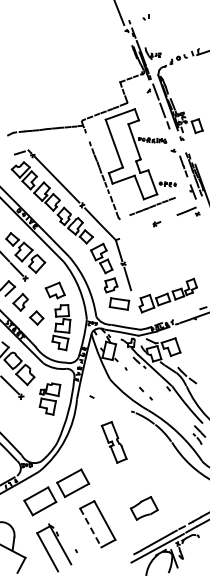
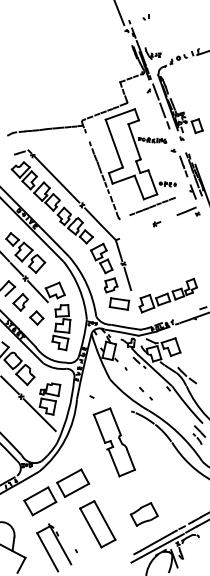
line at (37, 291): none -> present
line at (39, 415): none -> present
part at (113, 442) size: 28x43 px -> 44x71 px
part at (143, 508) position: (143, 508) -> (143, 514)
line at (91, 528): dashed -> solid
